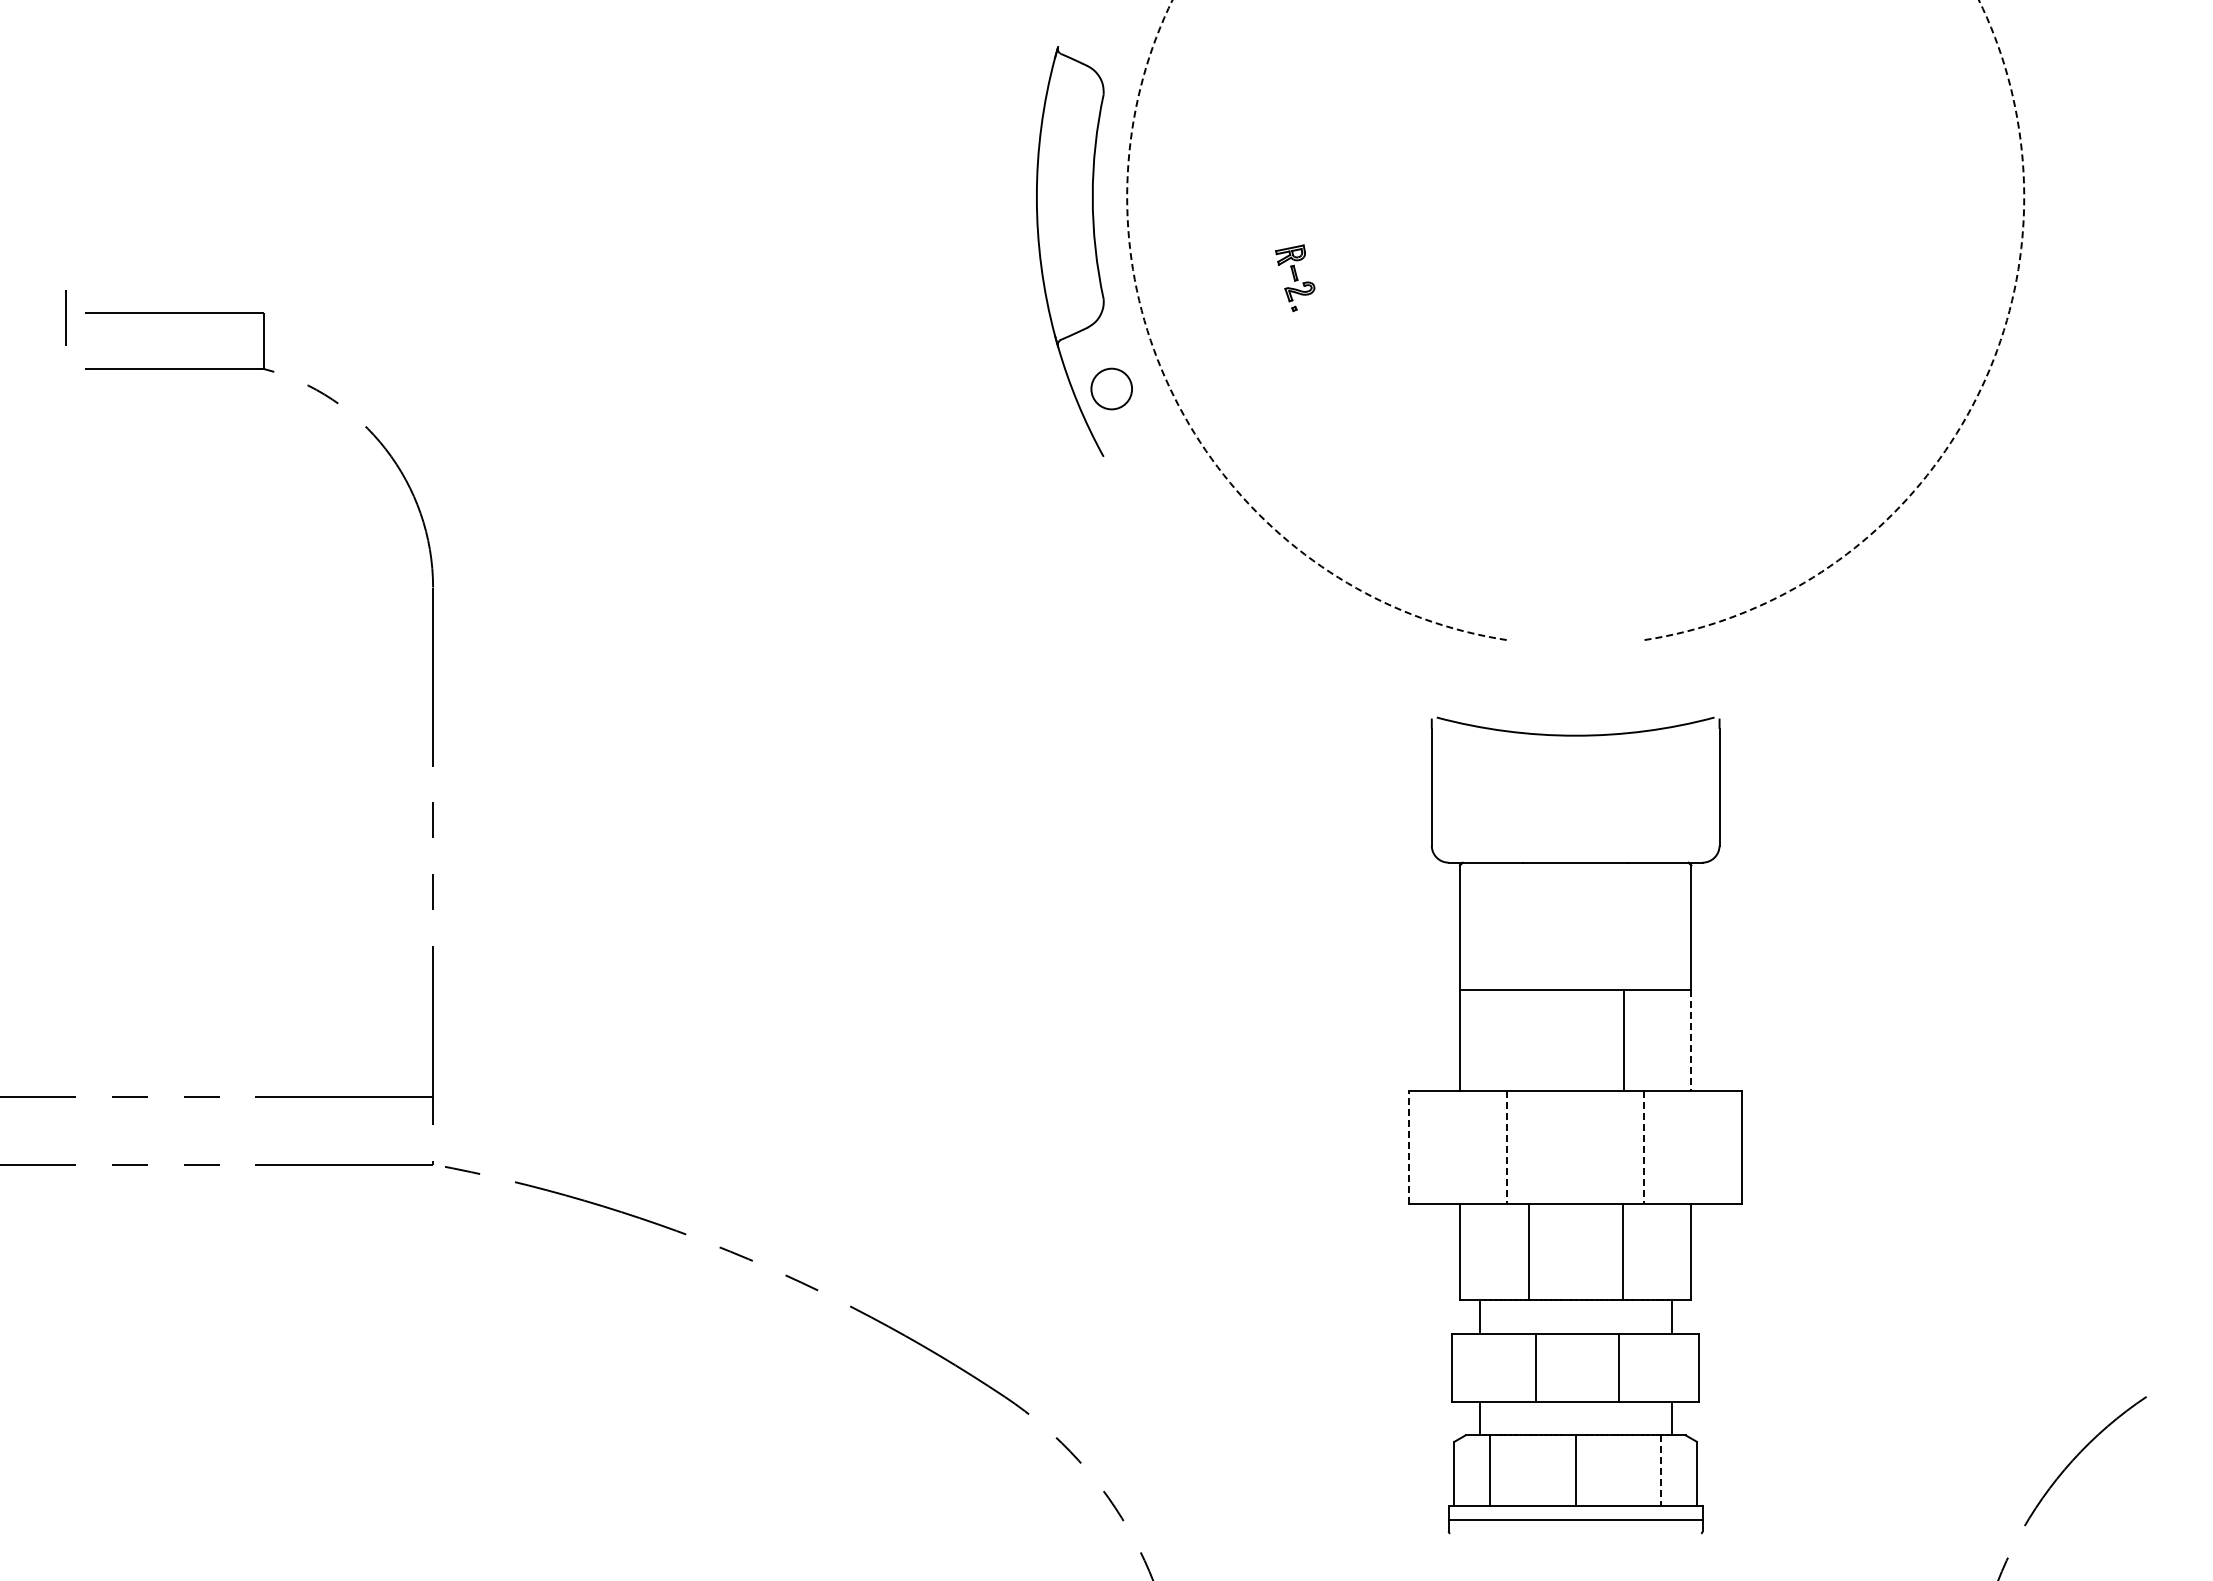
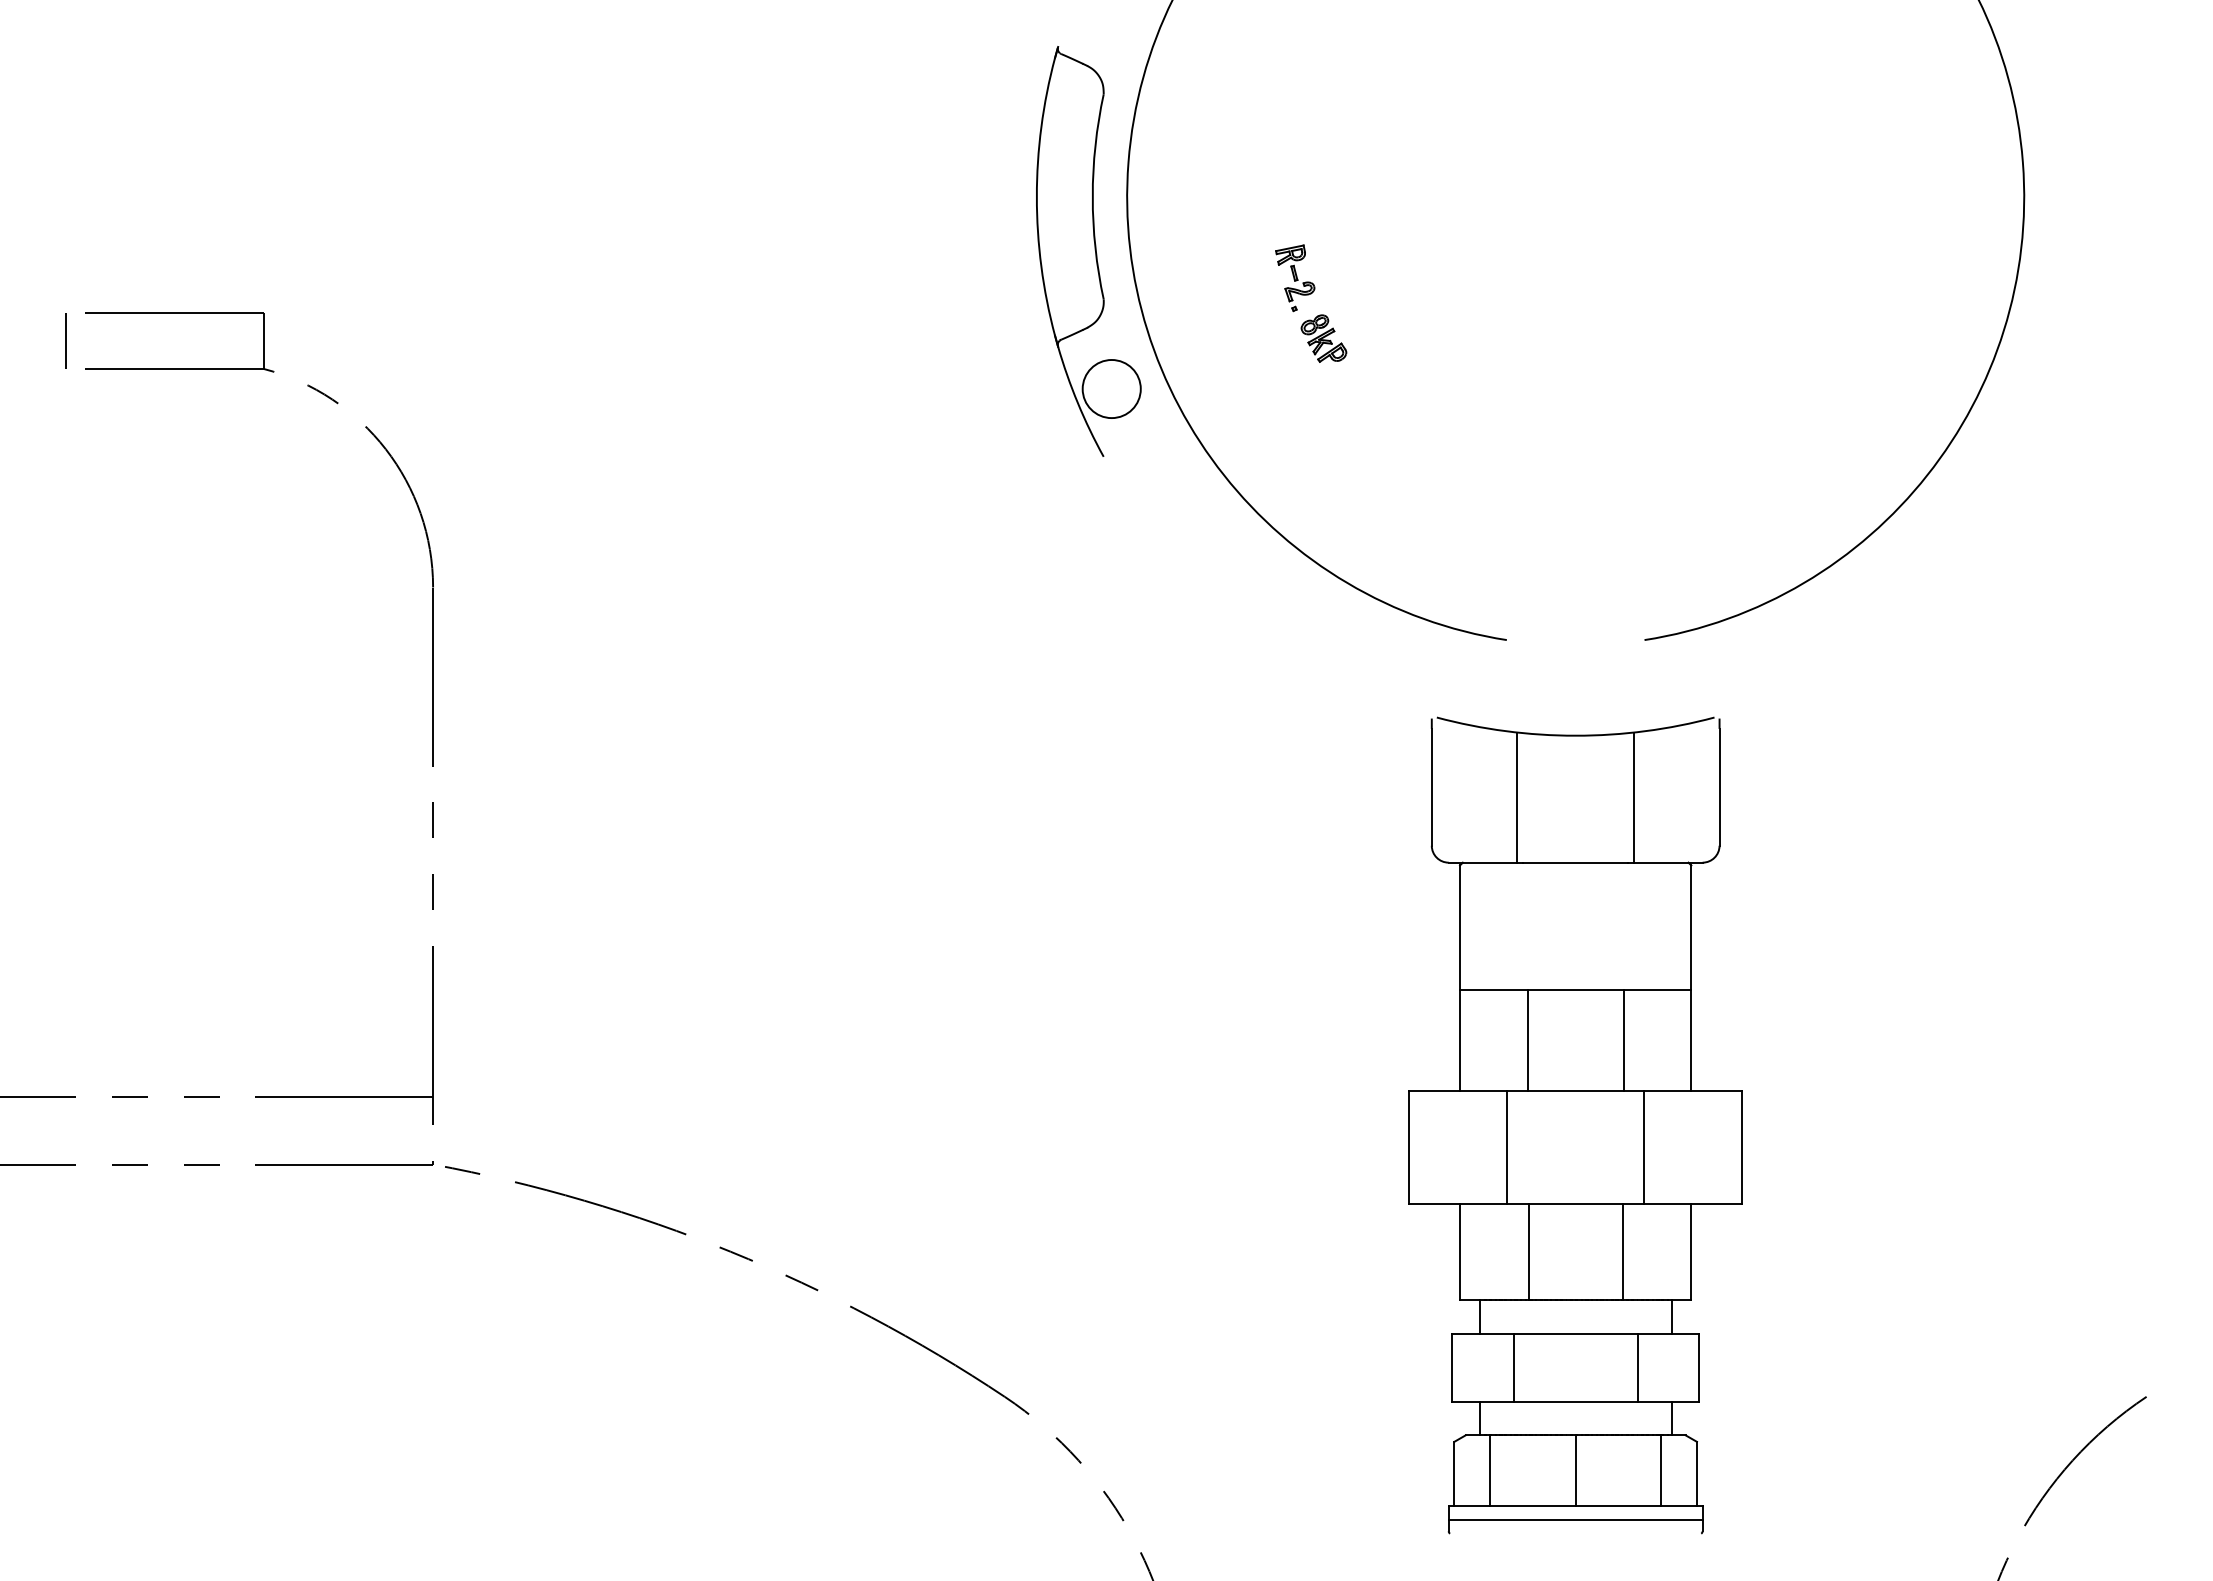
arc at (1172, 0): dashed -> solid
line at (65, 317) position: (65, 317) -> (65, 340)
part at (1323, 338): none -> present
circle at (1111, 388) diameter: 41 px -> 58 px
line at (1517, 797): none -> present
line at (1634, 797): none -> present
line at (1527, 1040): none -> present
line at (1691, 1040): dashed -> solid
line at (1409, 1147): dashed -> solid
line at (1507, 1148): dashed -> solid
line at (1644, 1148): dashed -> solid
line at (1535, 1367) position: (1535, 1367) -> (1513, 1367)
line at (1618, 1367) position: (1618, 1367) -> (1637, 1367)
line at (1661, 1471): dashed -> solid
